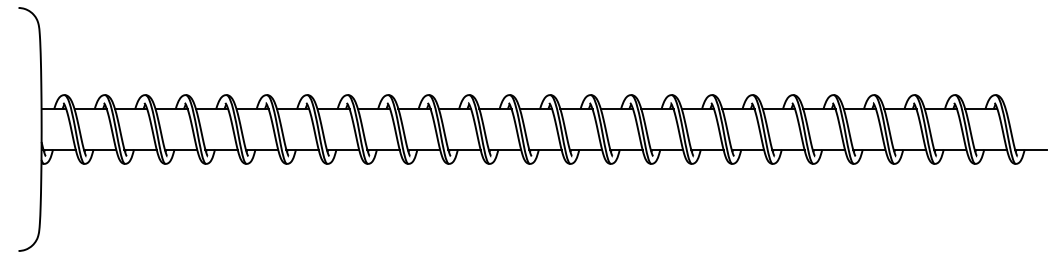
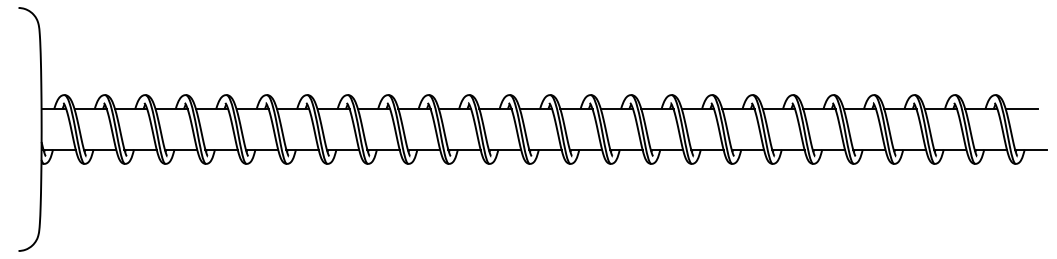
line at (1021, 109): none -> present
